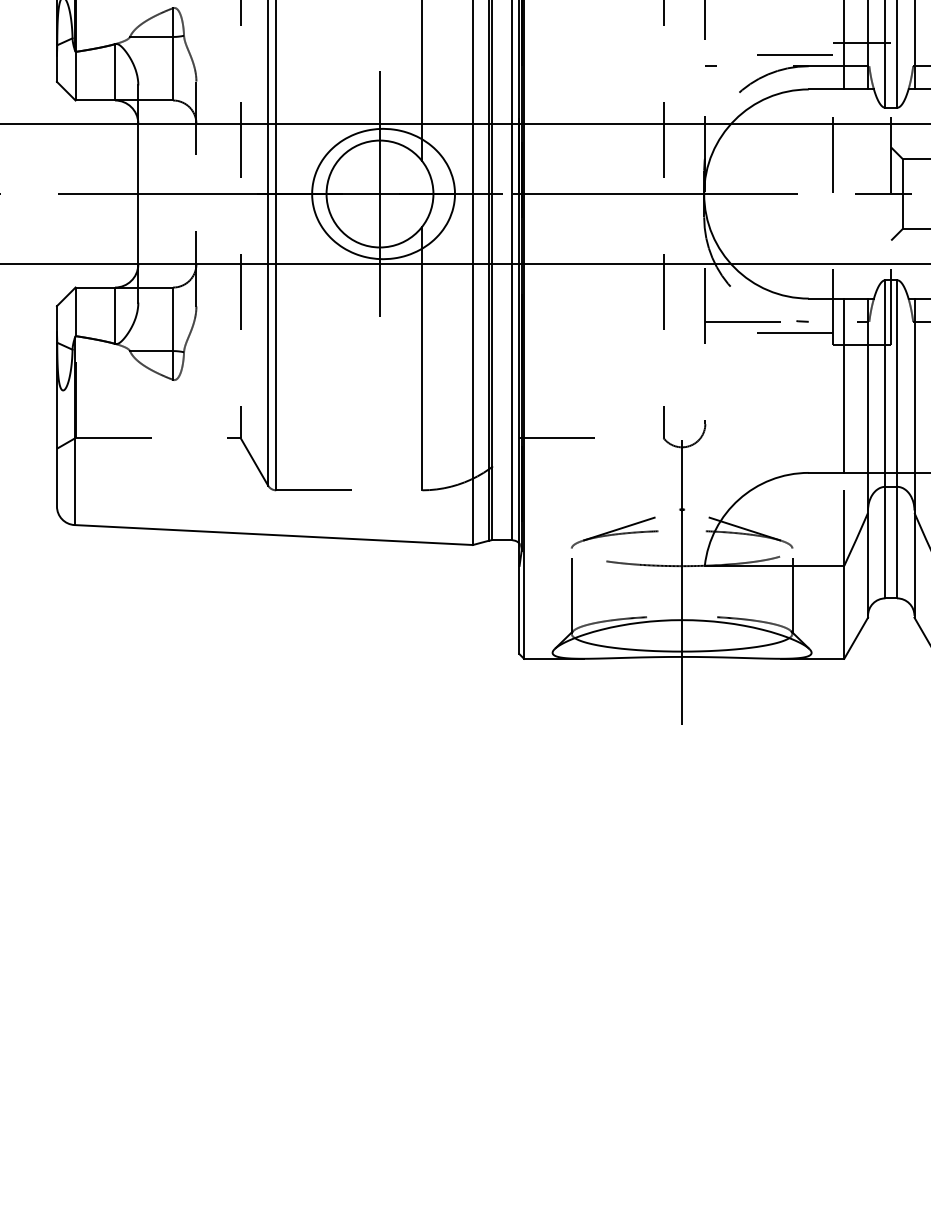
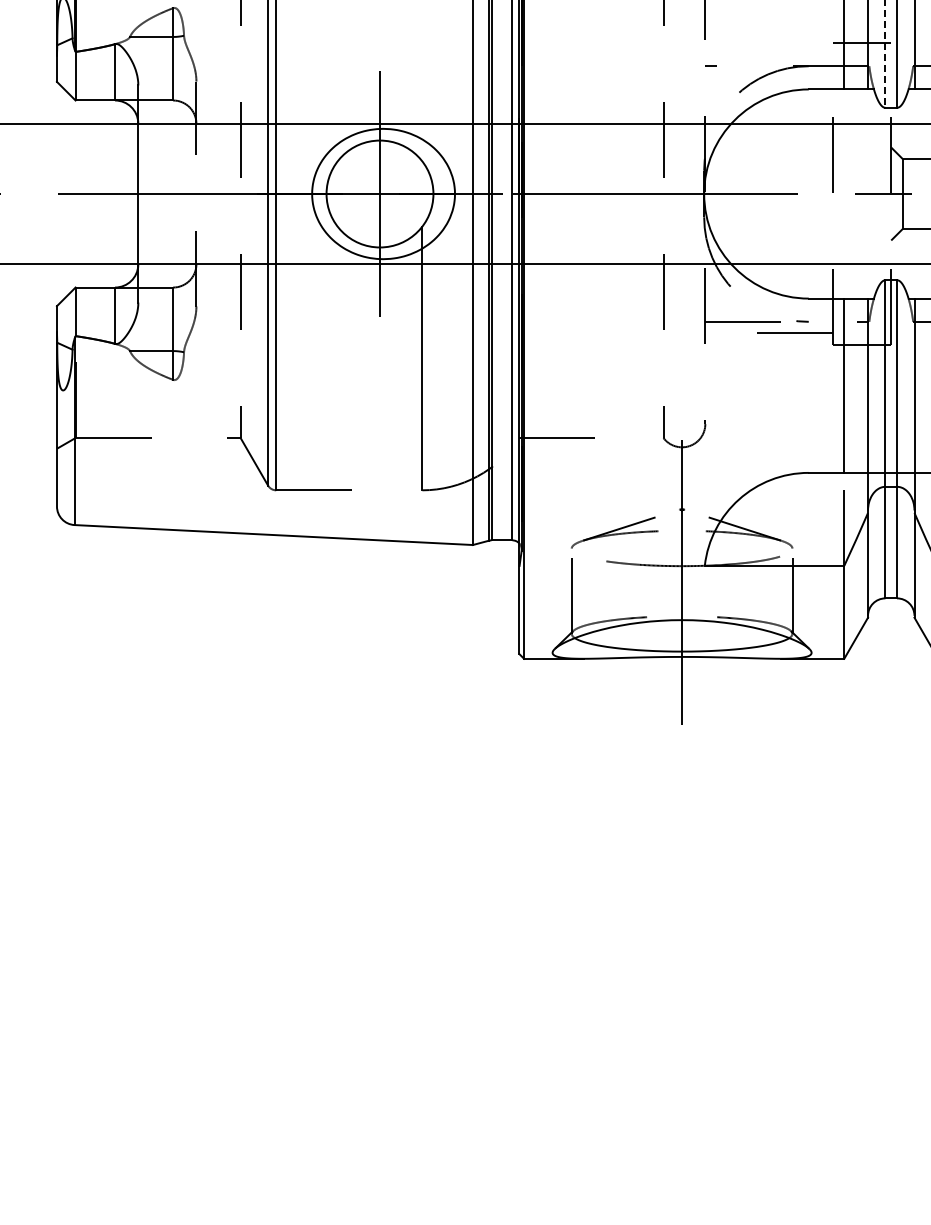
line at (885, 53): solid -> dashed
line at (794, 54): present -> none
line at (422, 81): present -> none
